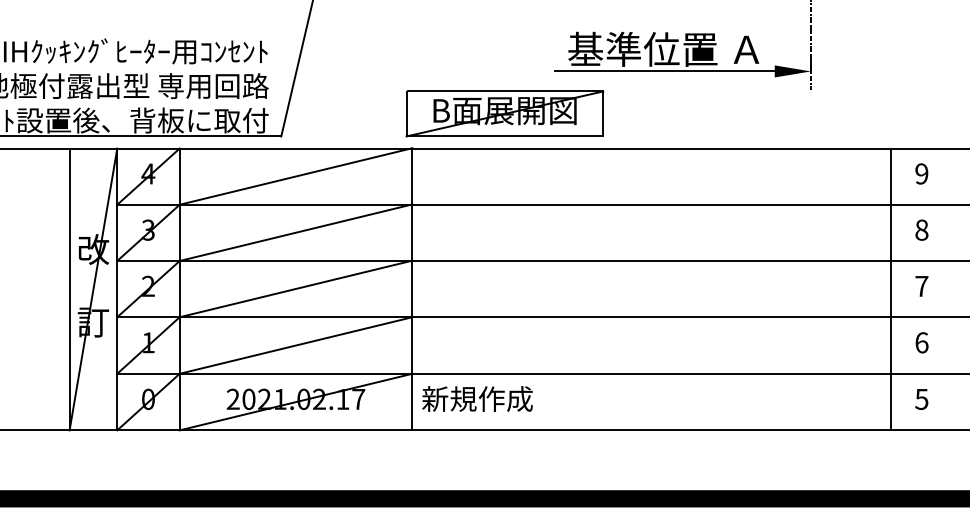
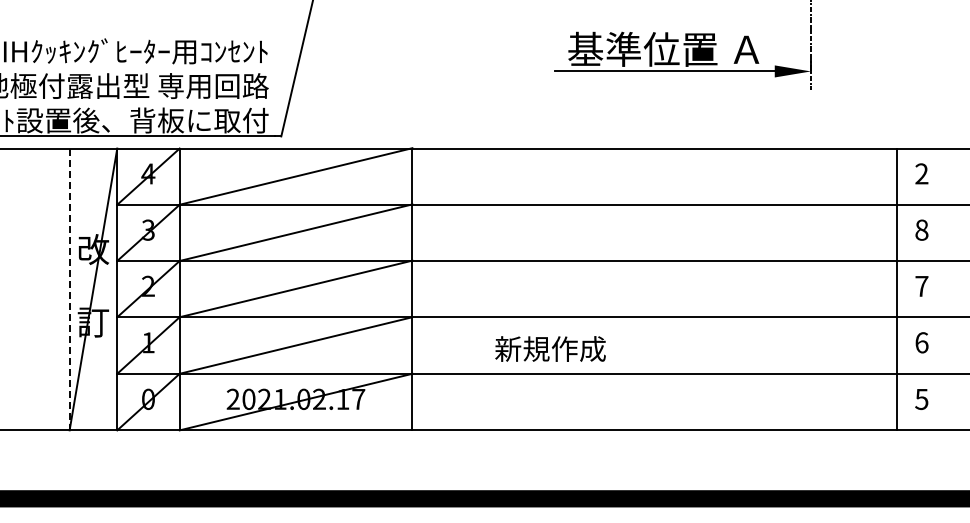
part at (504, 113): present -> none
text at (921, 173): 9 -> 2
line at (69, 289): solid -> dashed
line at (890, 289) position: (890, 289) -> (896, 289)
text at (477, 398) position: (477, 398) -> (550, 348)
